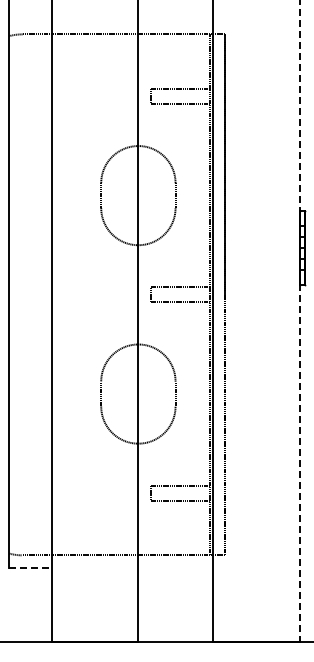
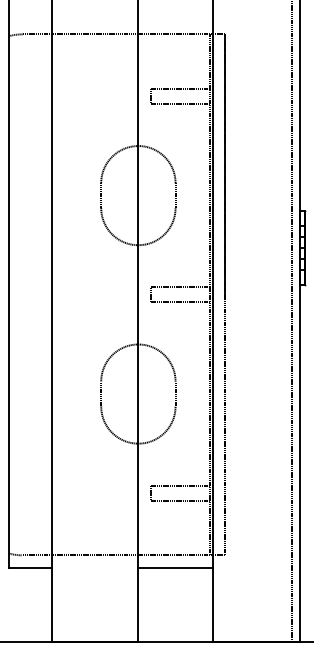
line at (299, 321): dashed -> solid
line at (292, 322): none -> present
line at (30, 567): dashed -> solid
line at (175, 567): none -> present
